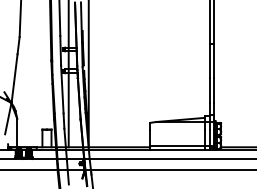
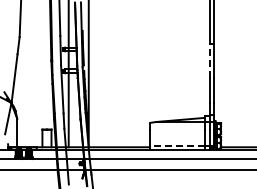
line at (209, 60): solid -> dashed
line at (176, 145): solid -> dashed
